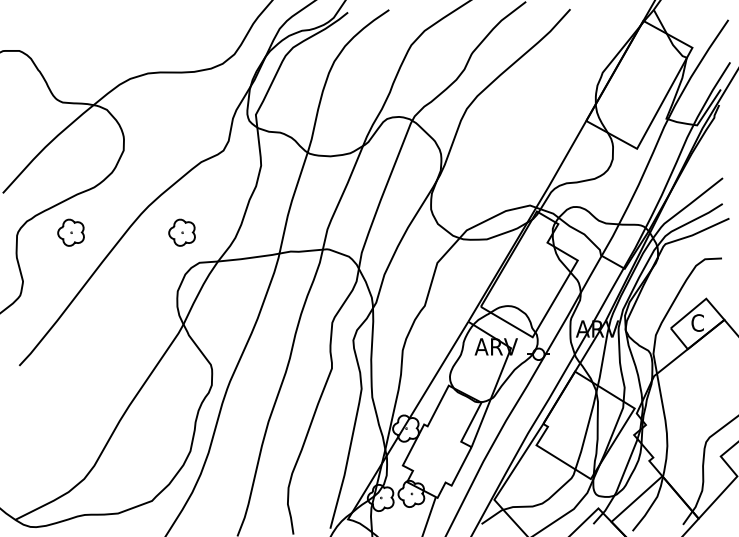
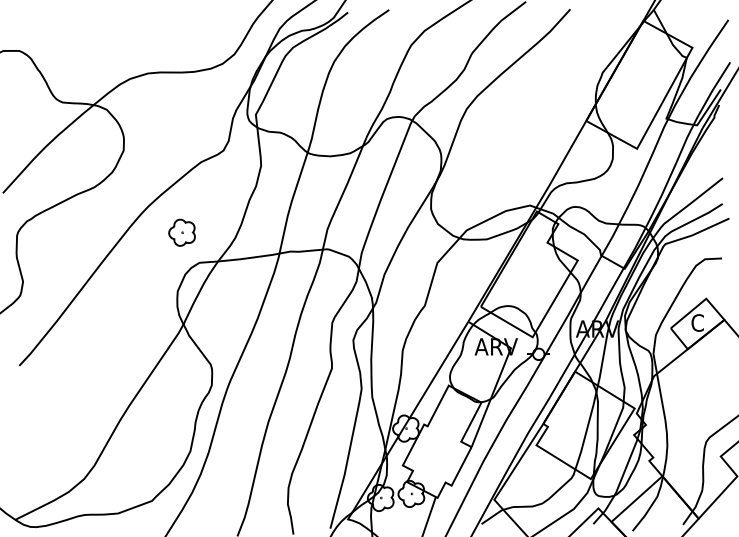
part at (70, 232): present -> none
